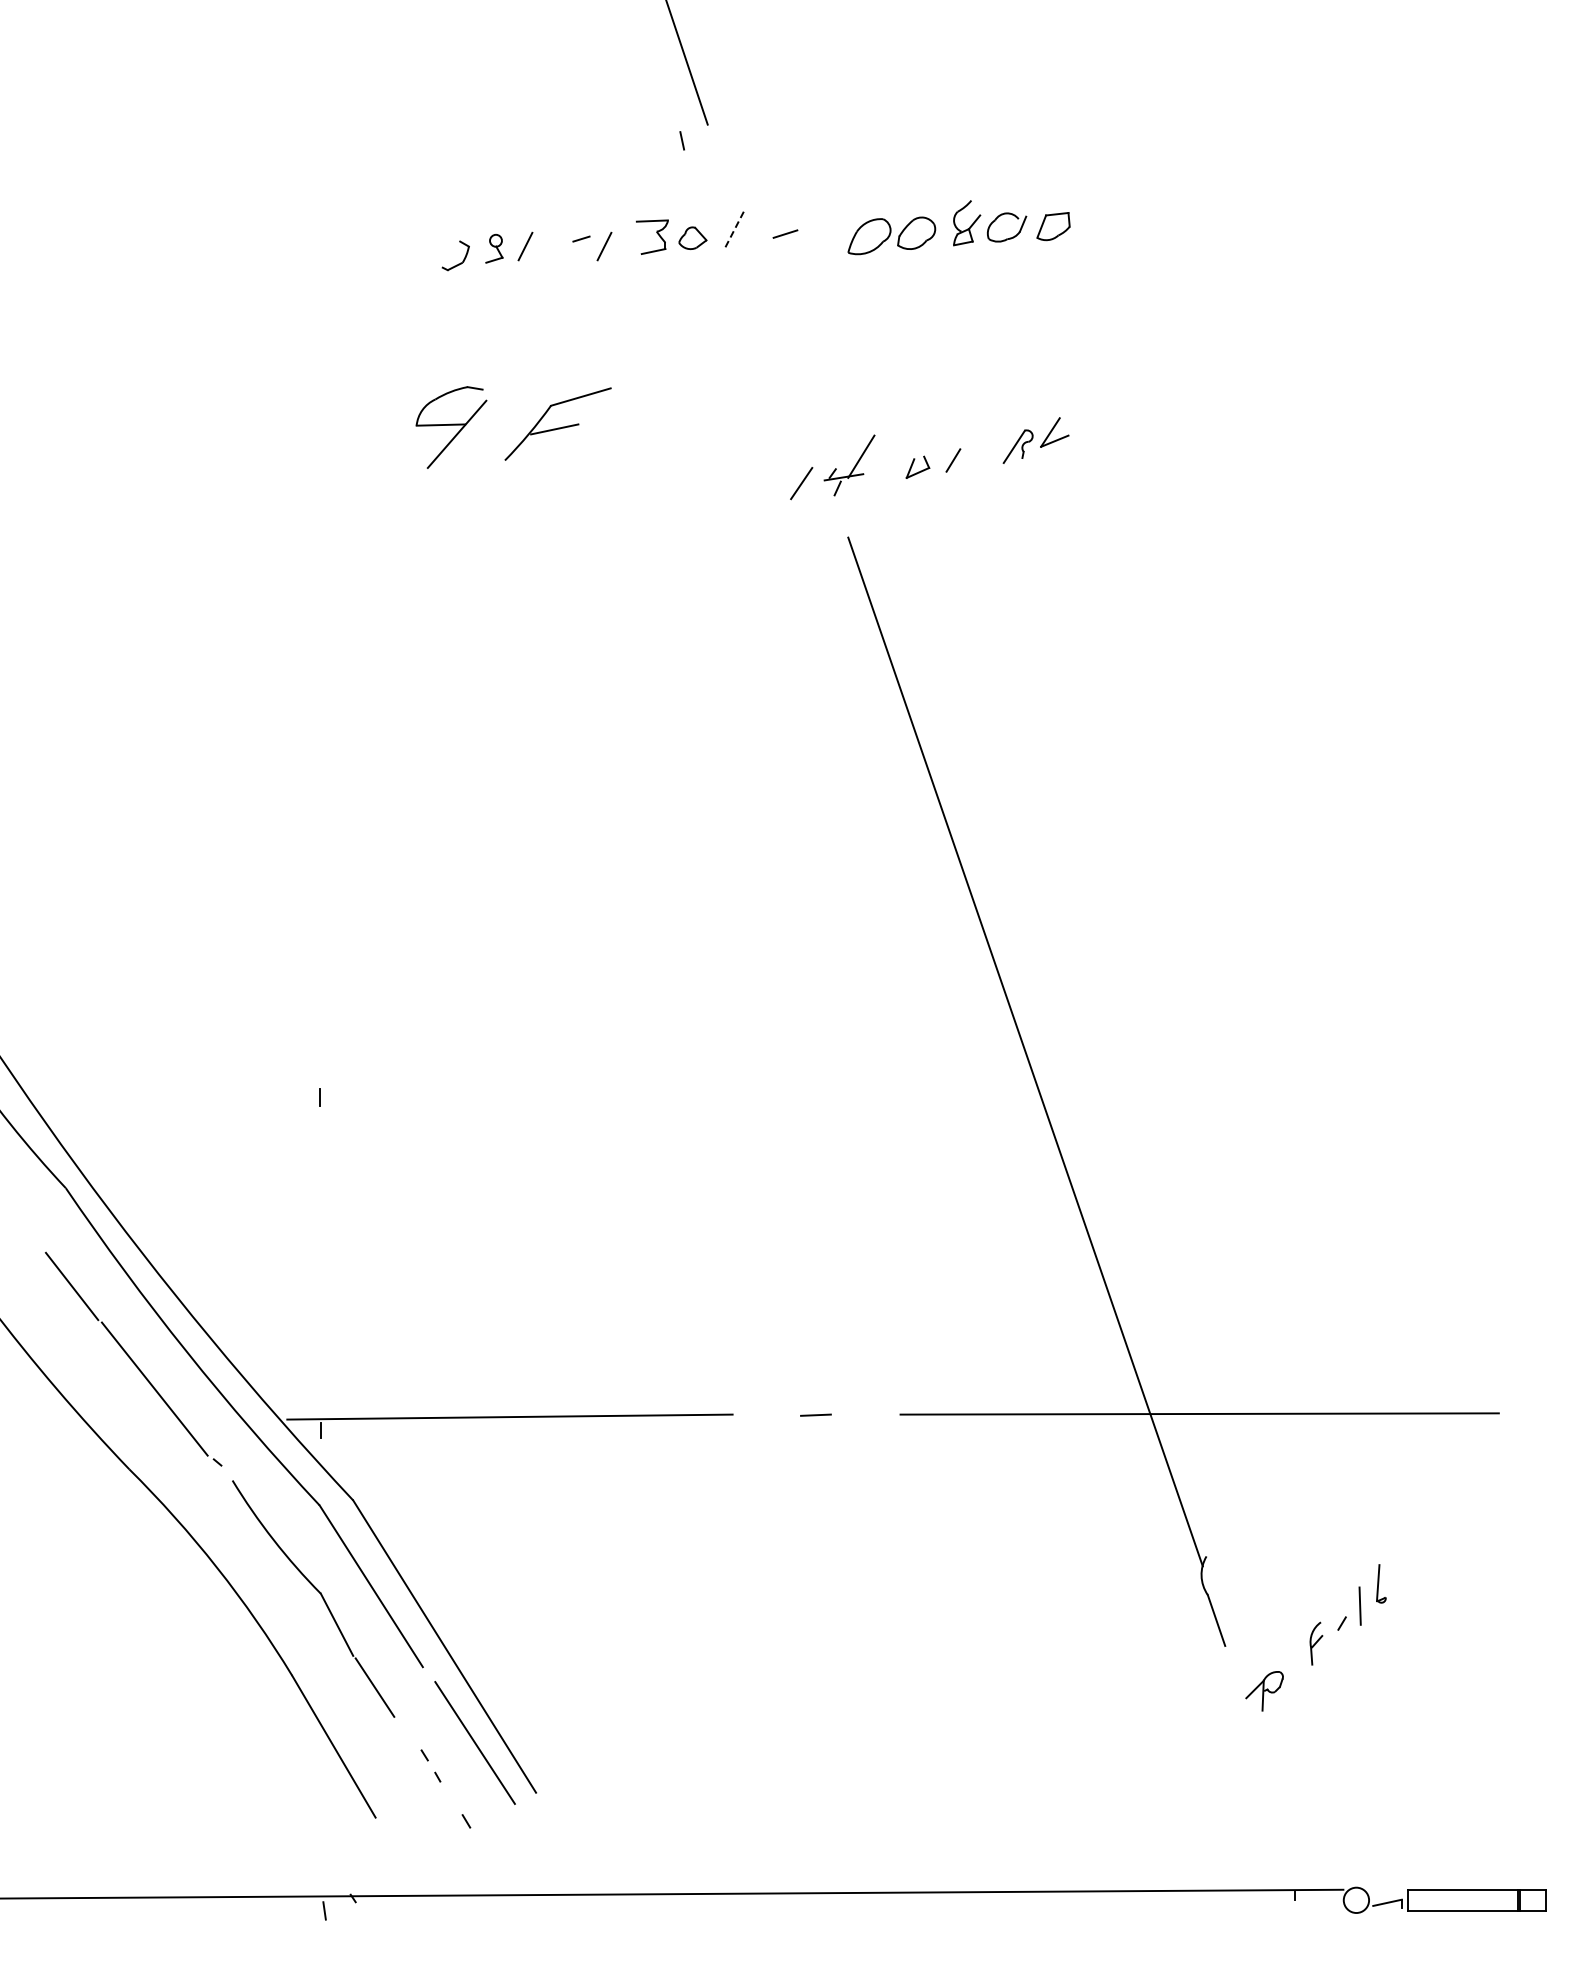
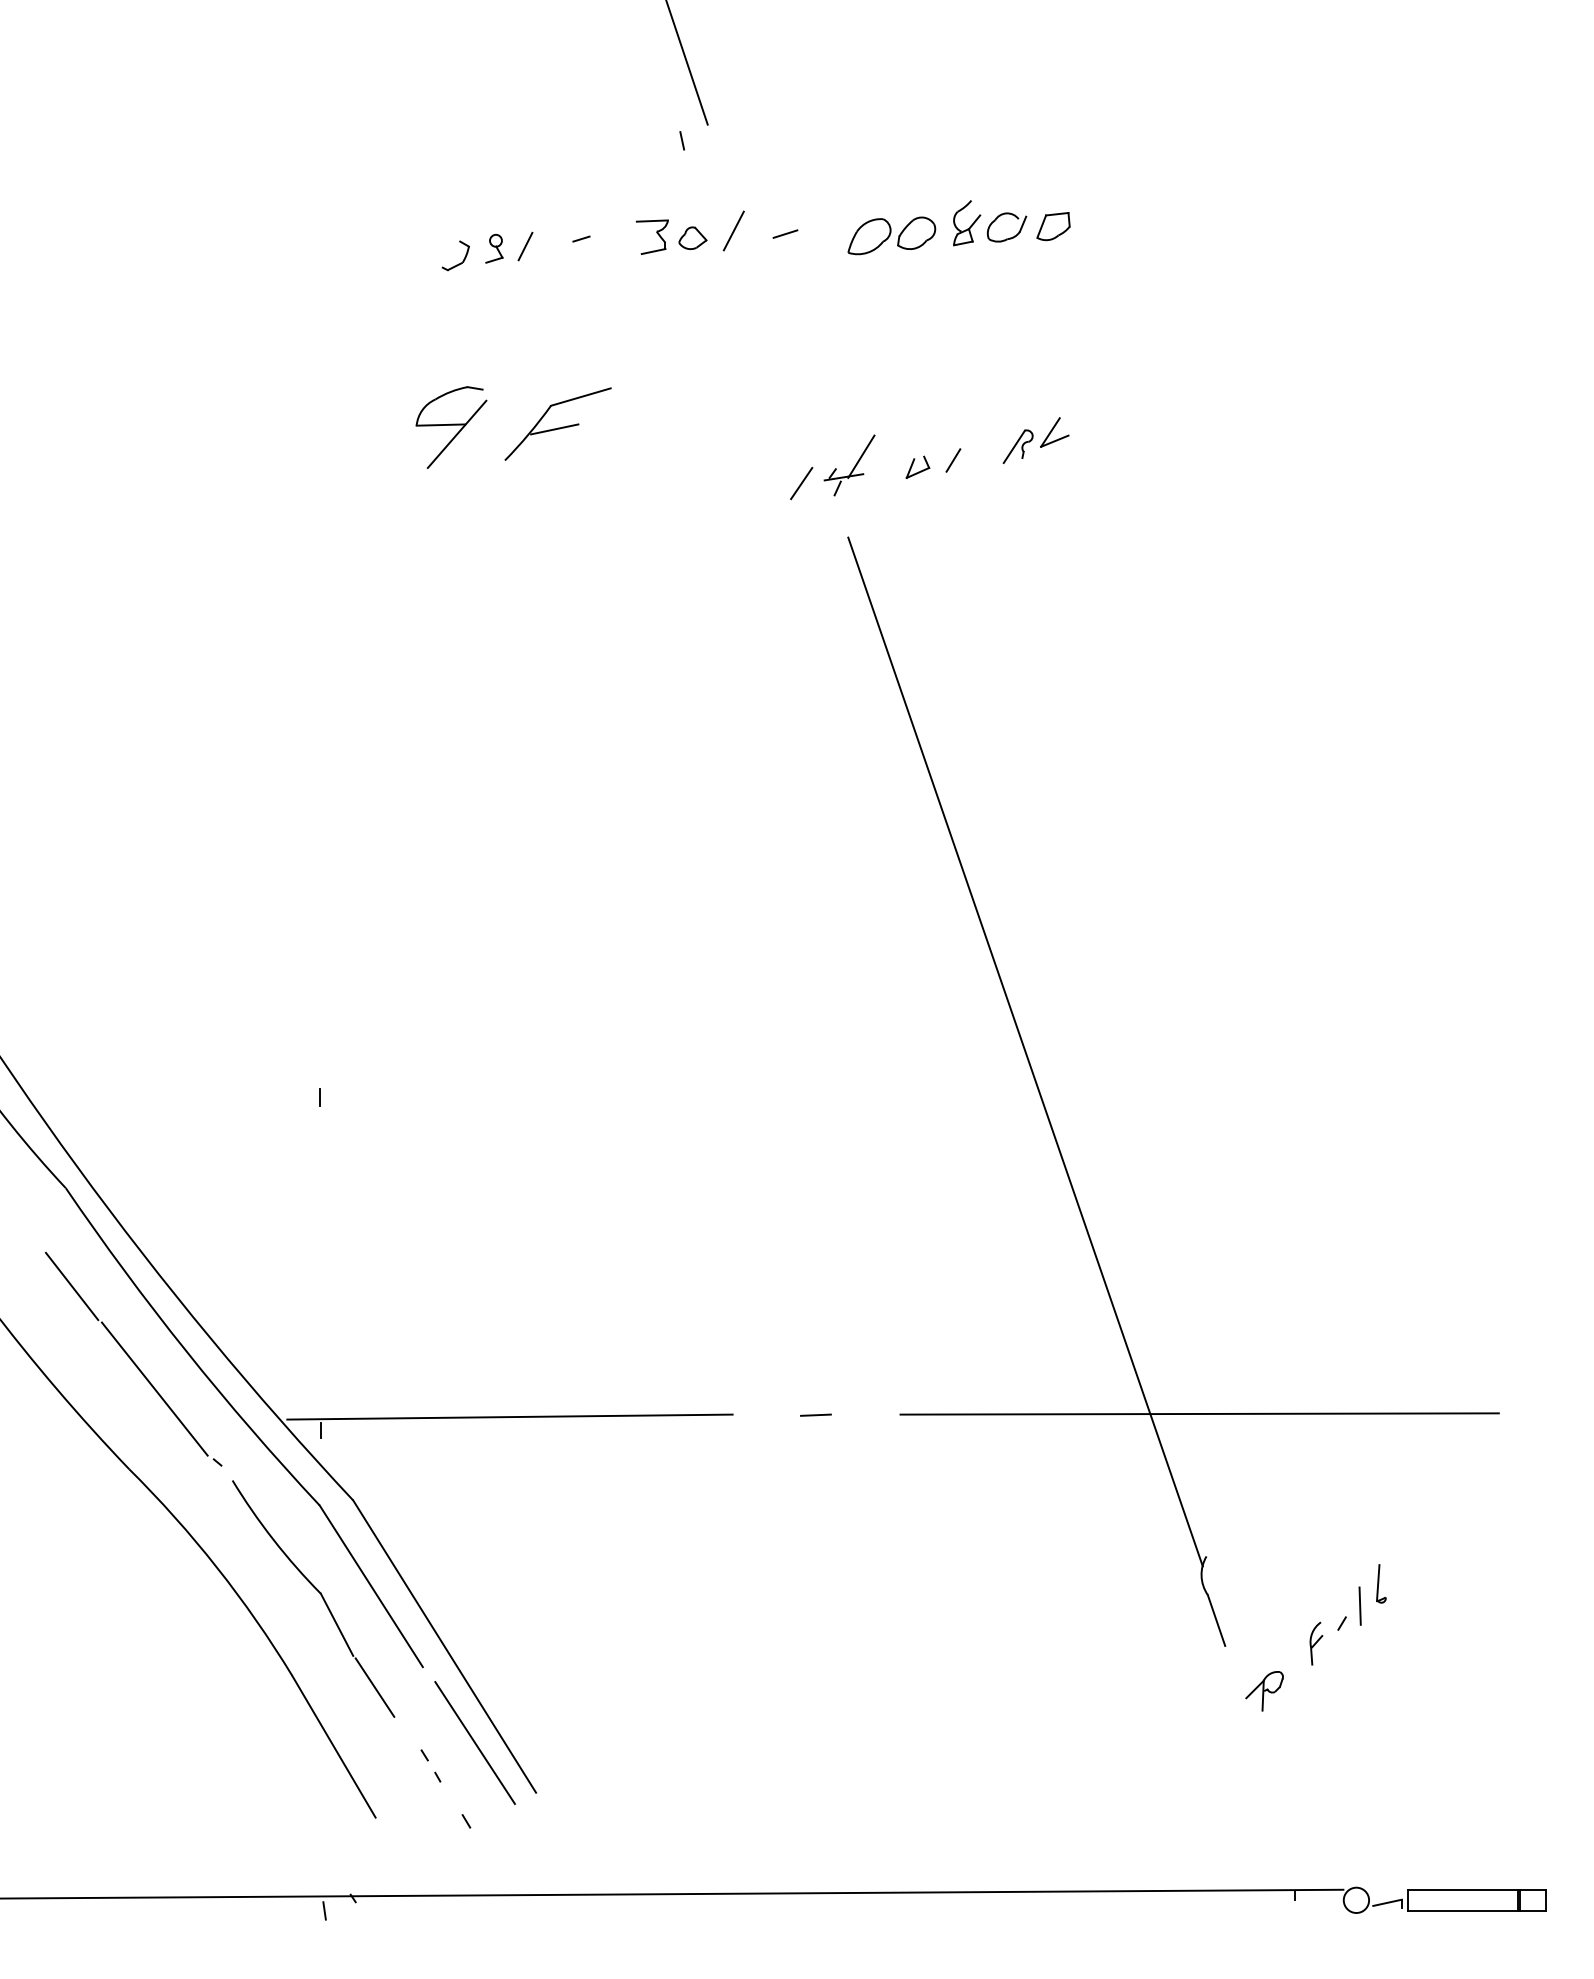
line at (733, 231): dashed -> solid
line at (604, 246): present -> none
